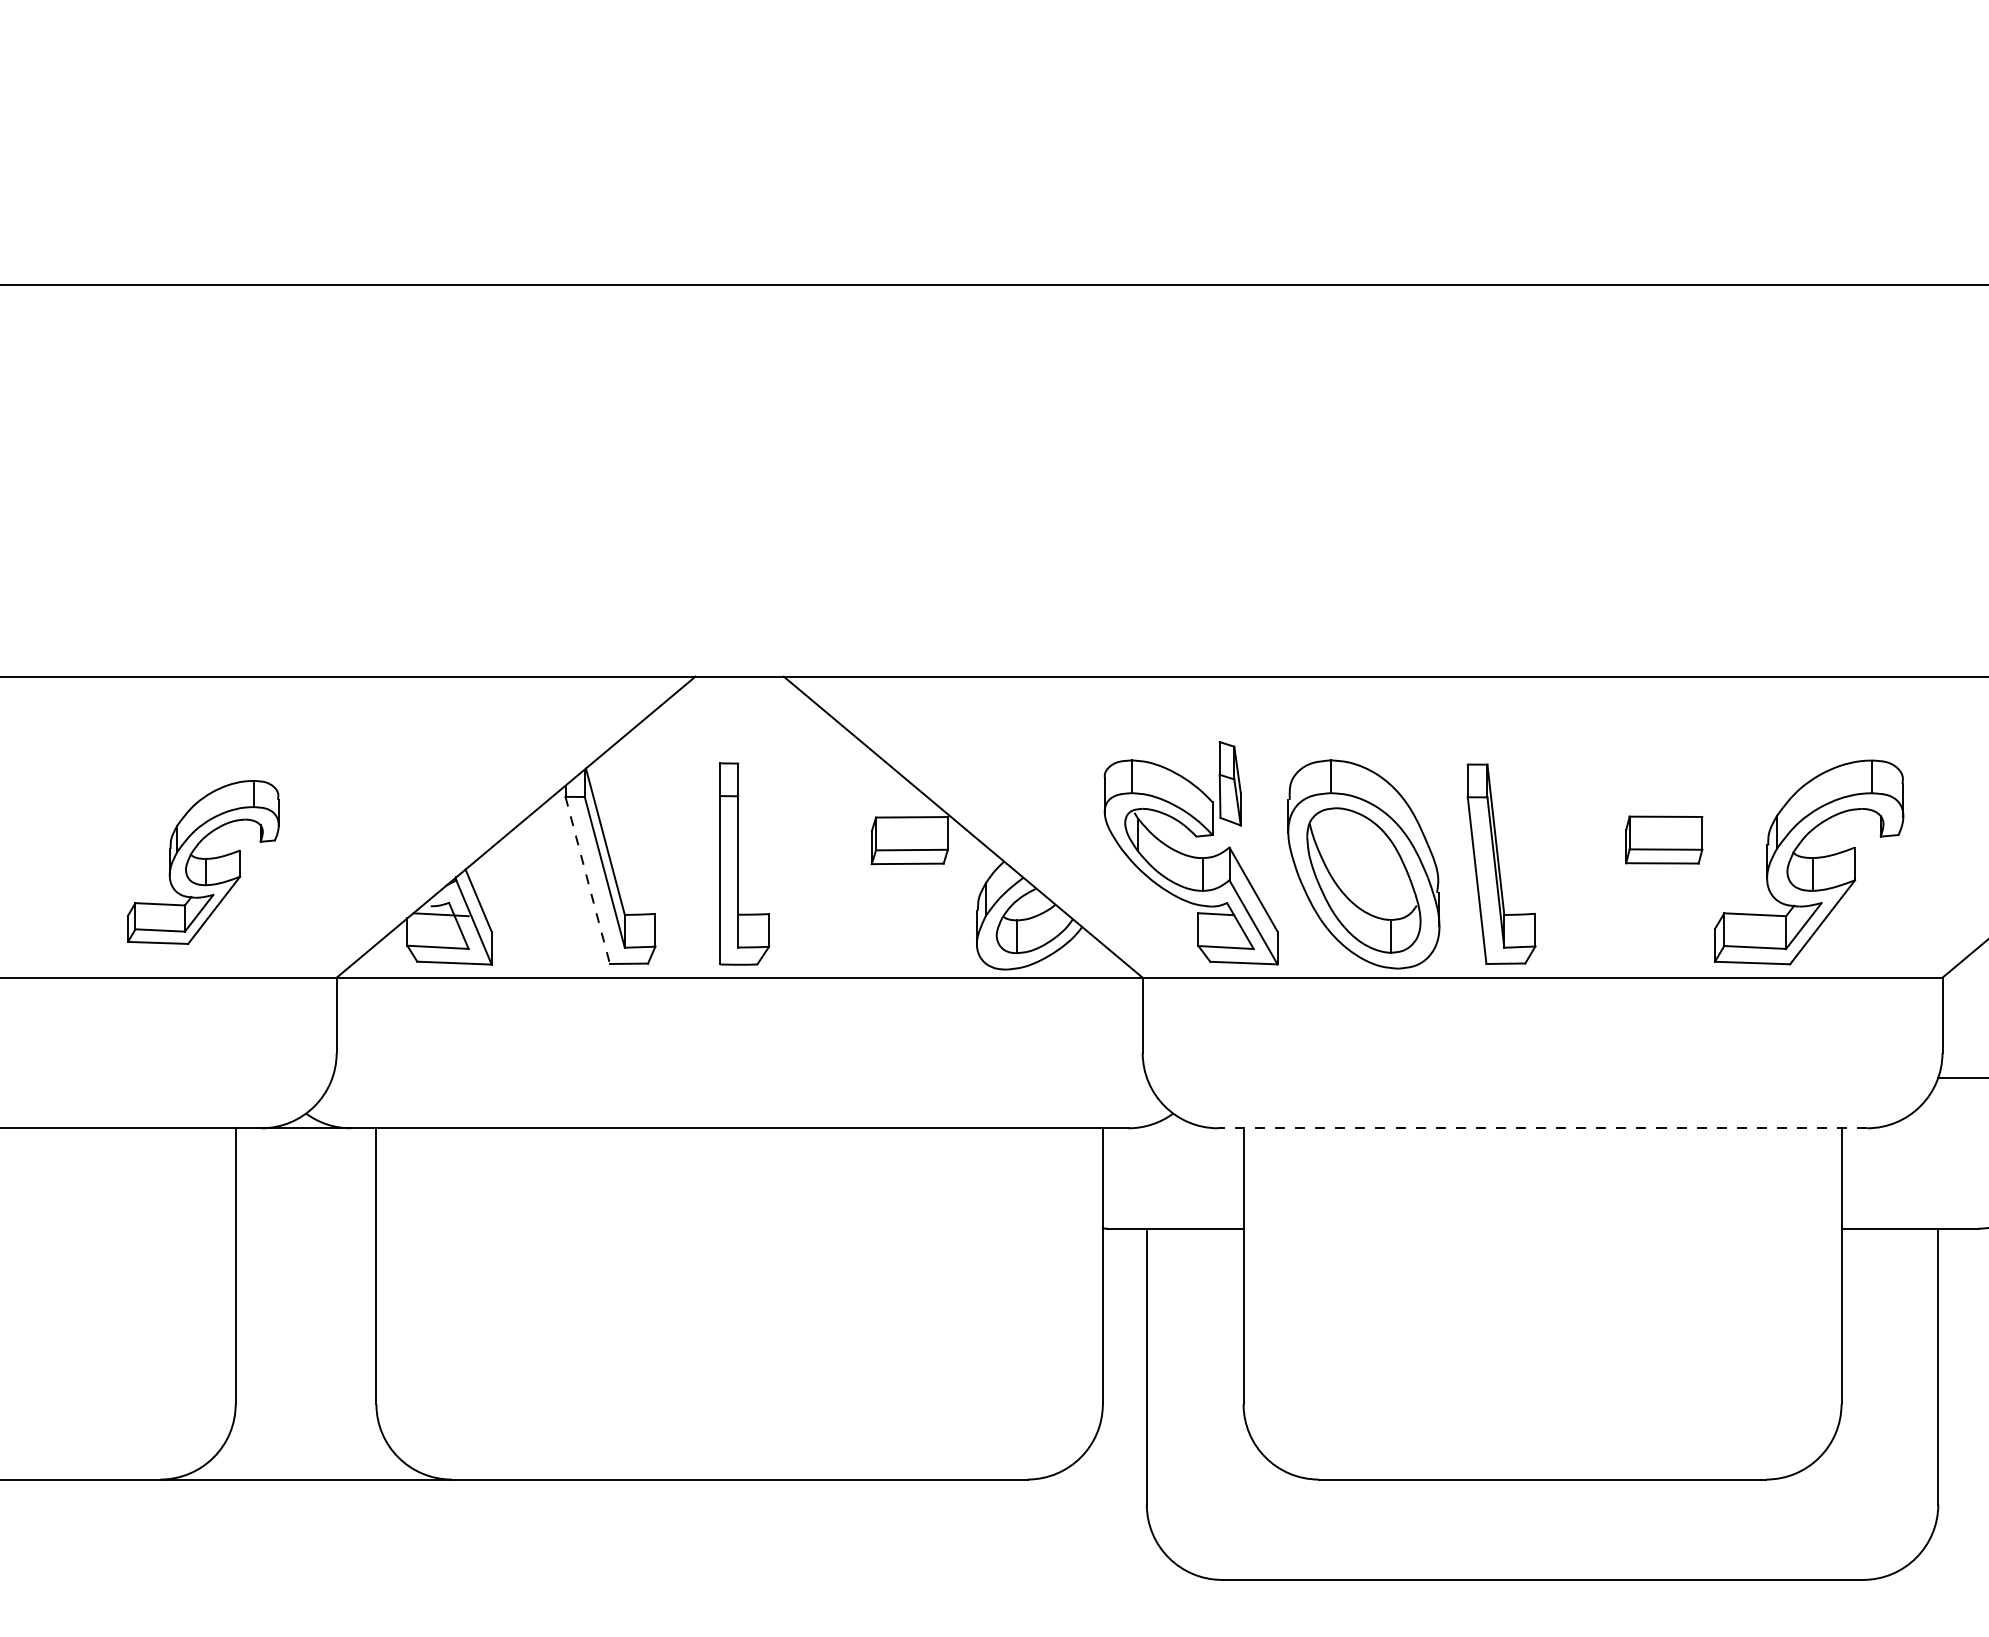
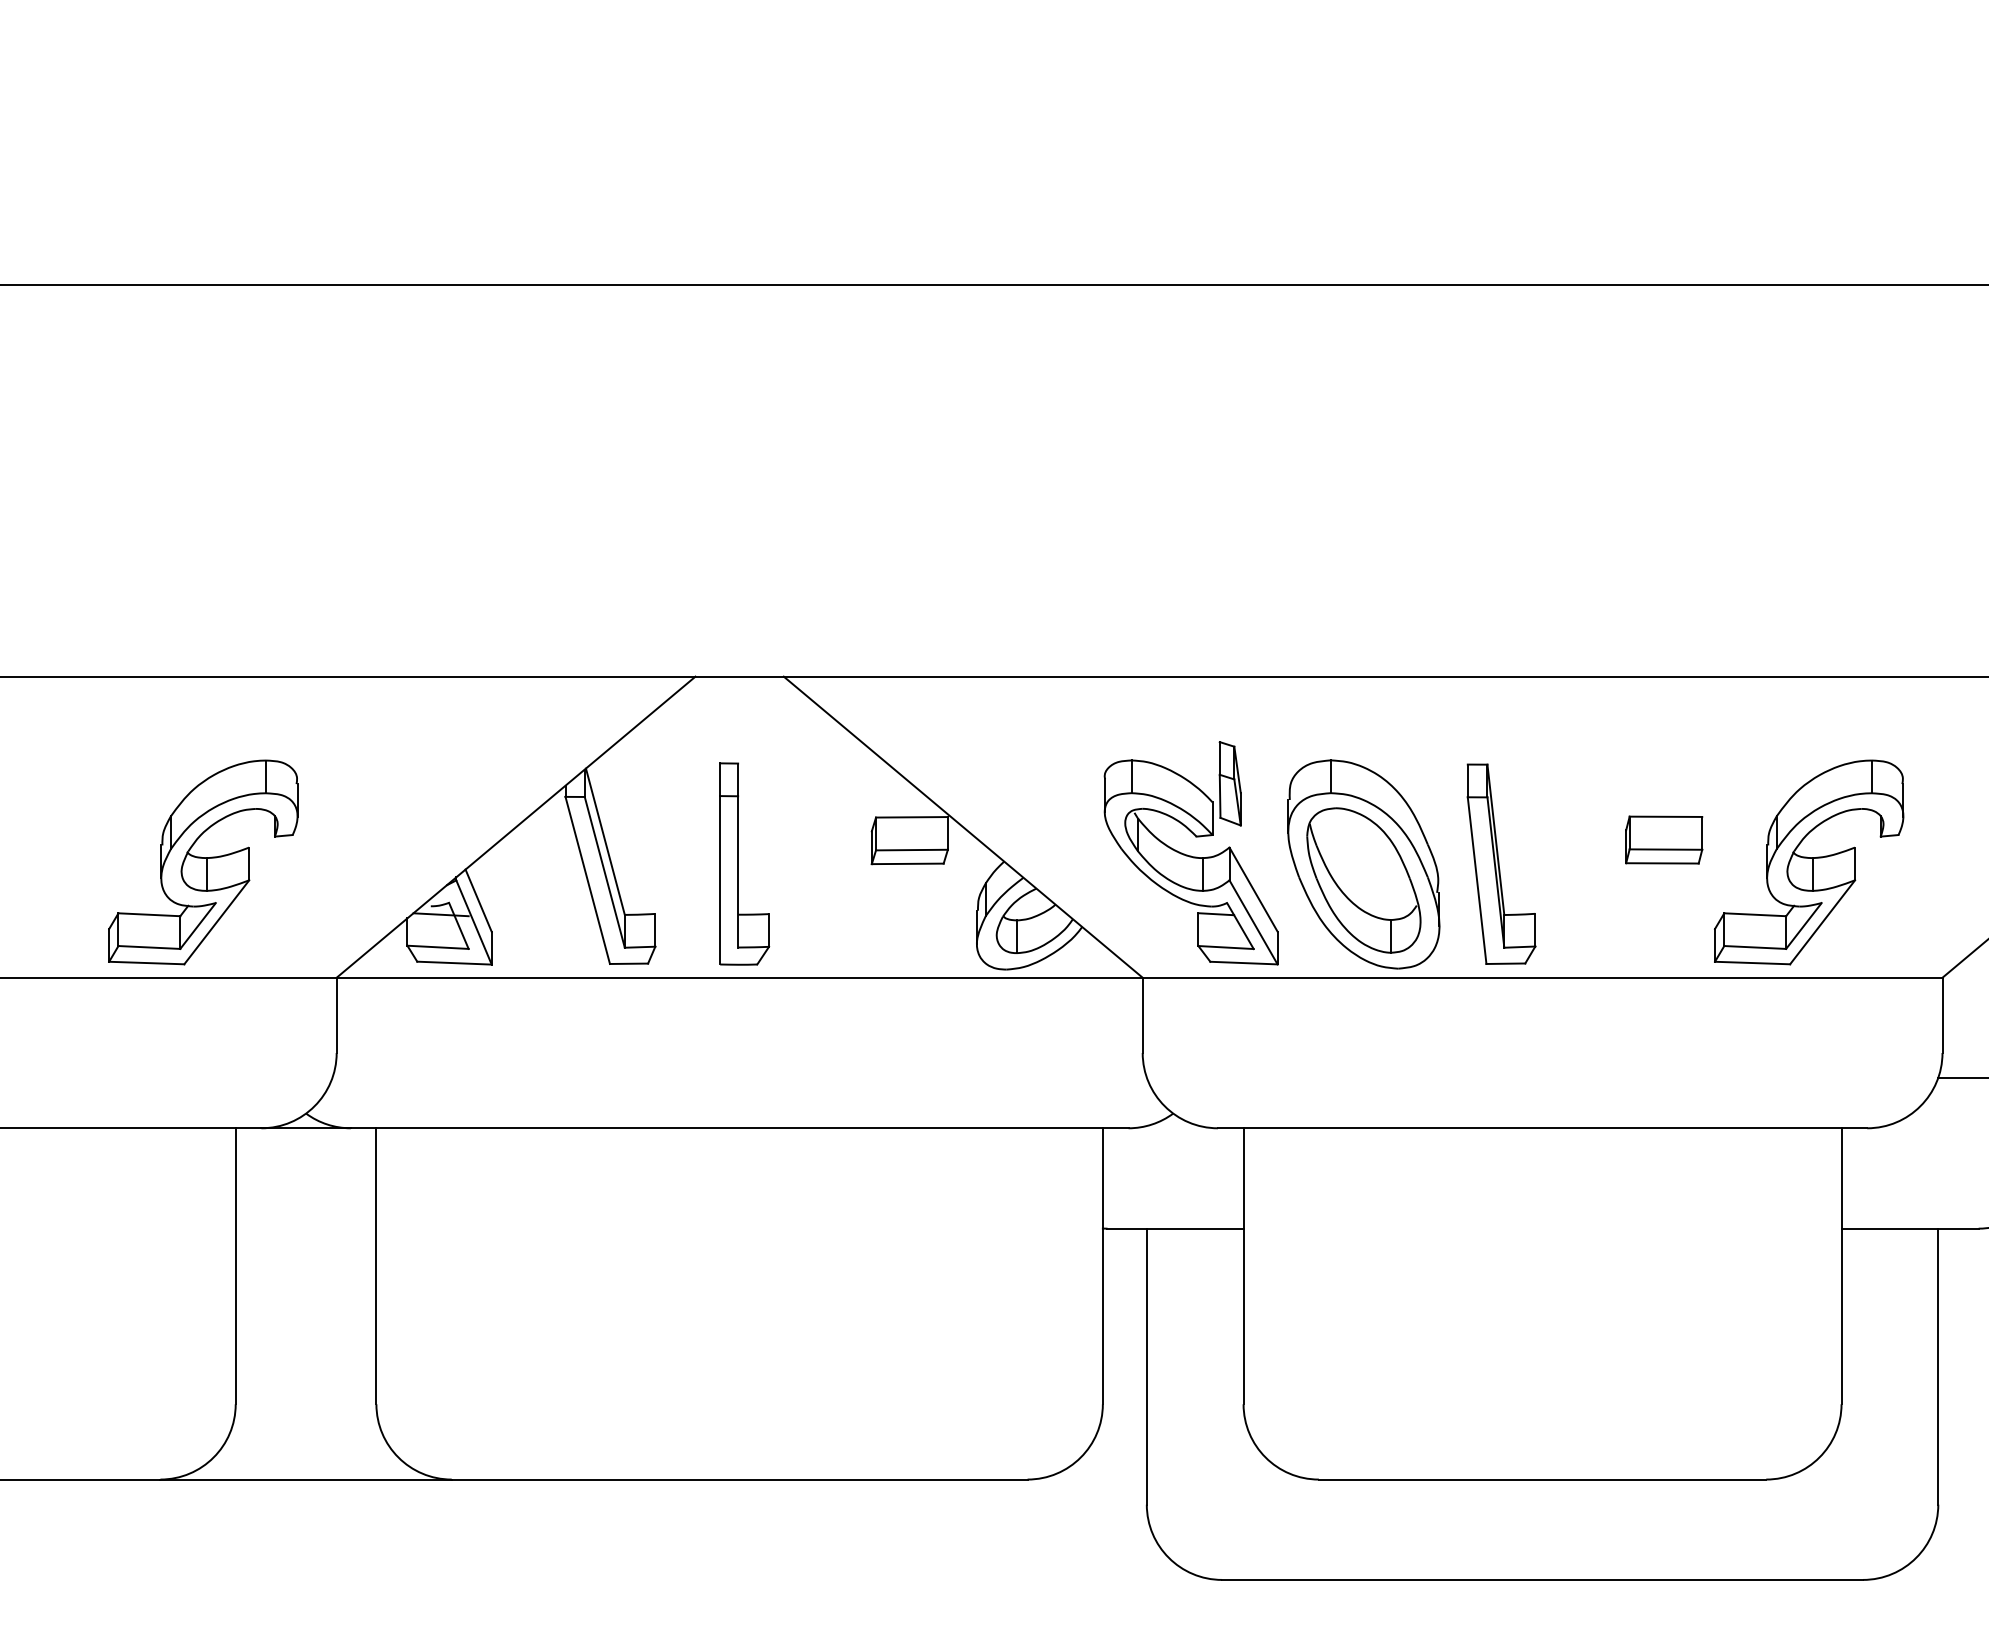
part at (203, 862) size: 153x165 px -> 191x207 px
line at (587, 880): dashed -> solid
line at (1542, 1128): dashed -> solid
